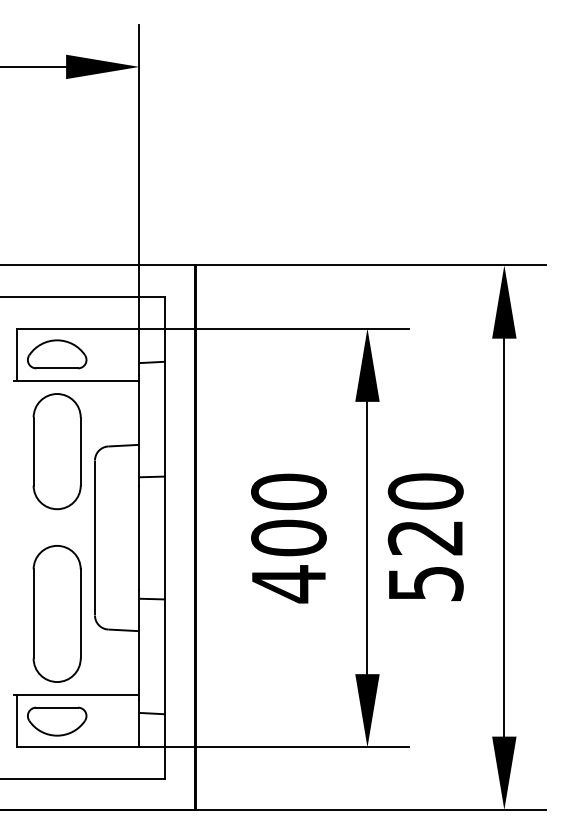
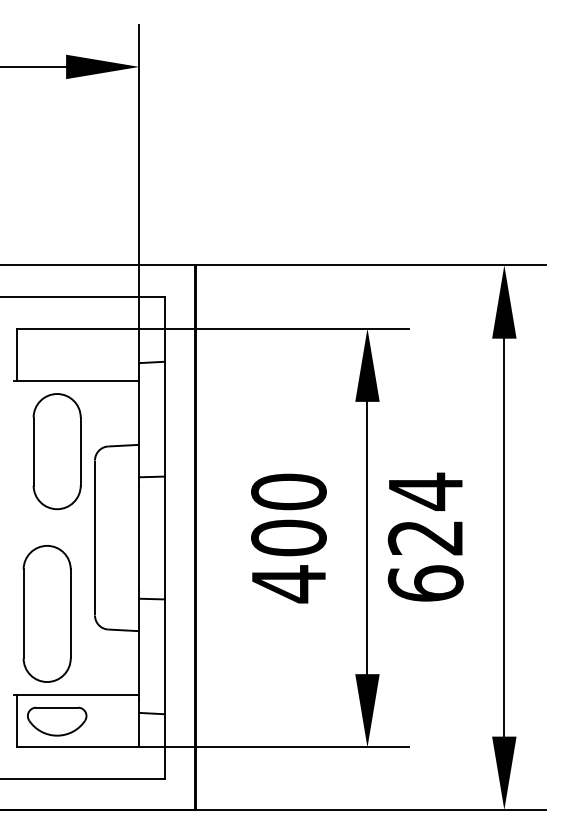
part at (57, 354): present -> none
text at (425, 536): 520 -> 624
part at (56, 613) position: (56, 613) -> (46, 613)
